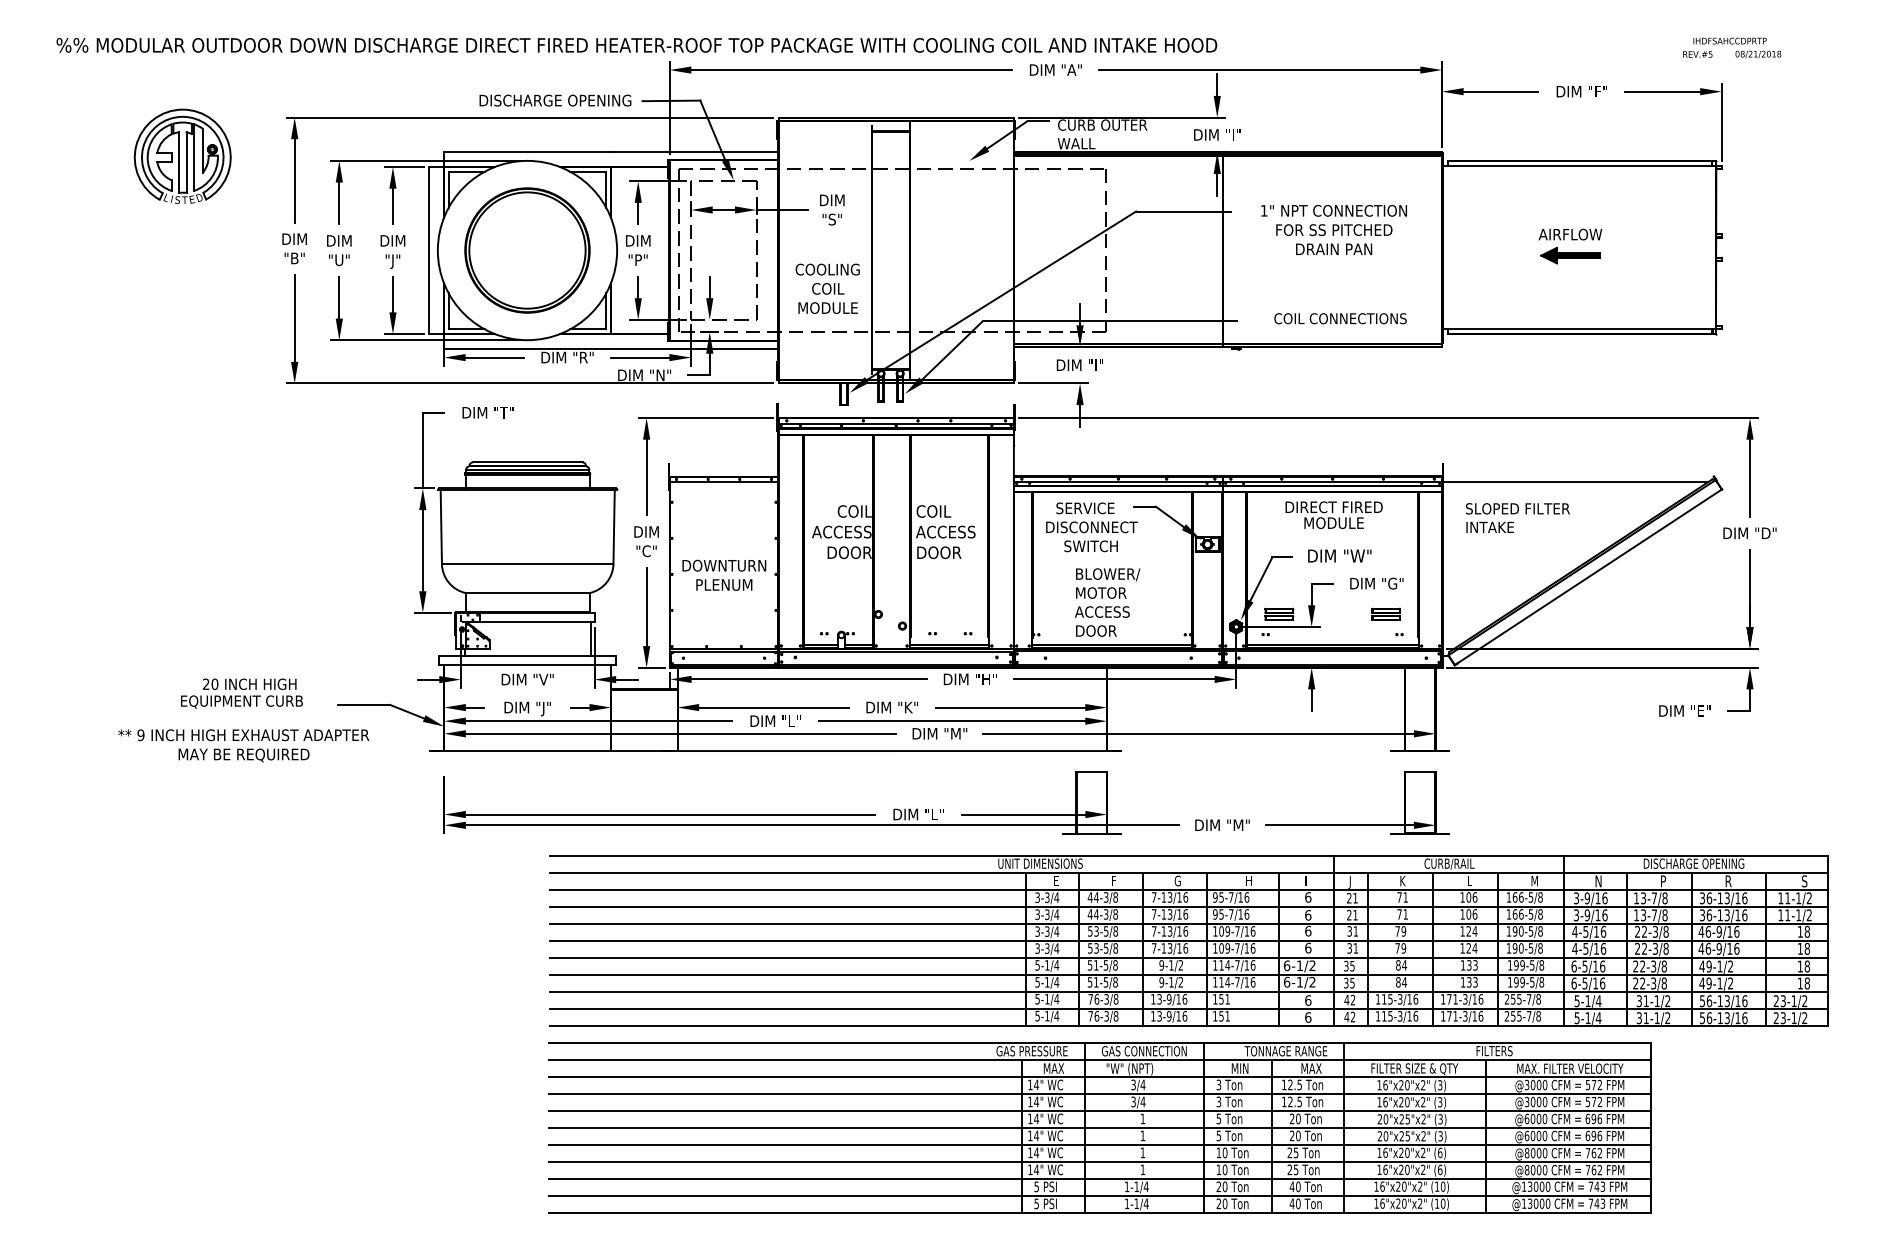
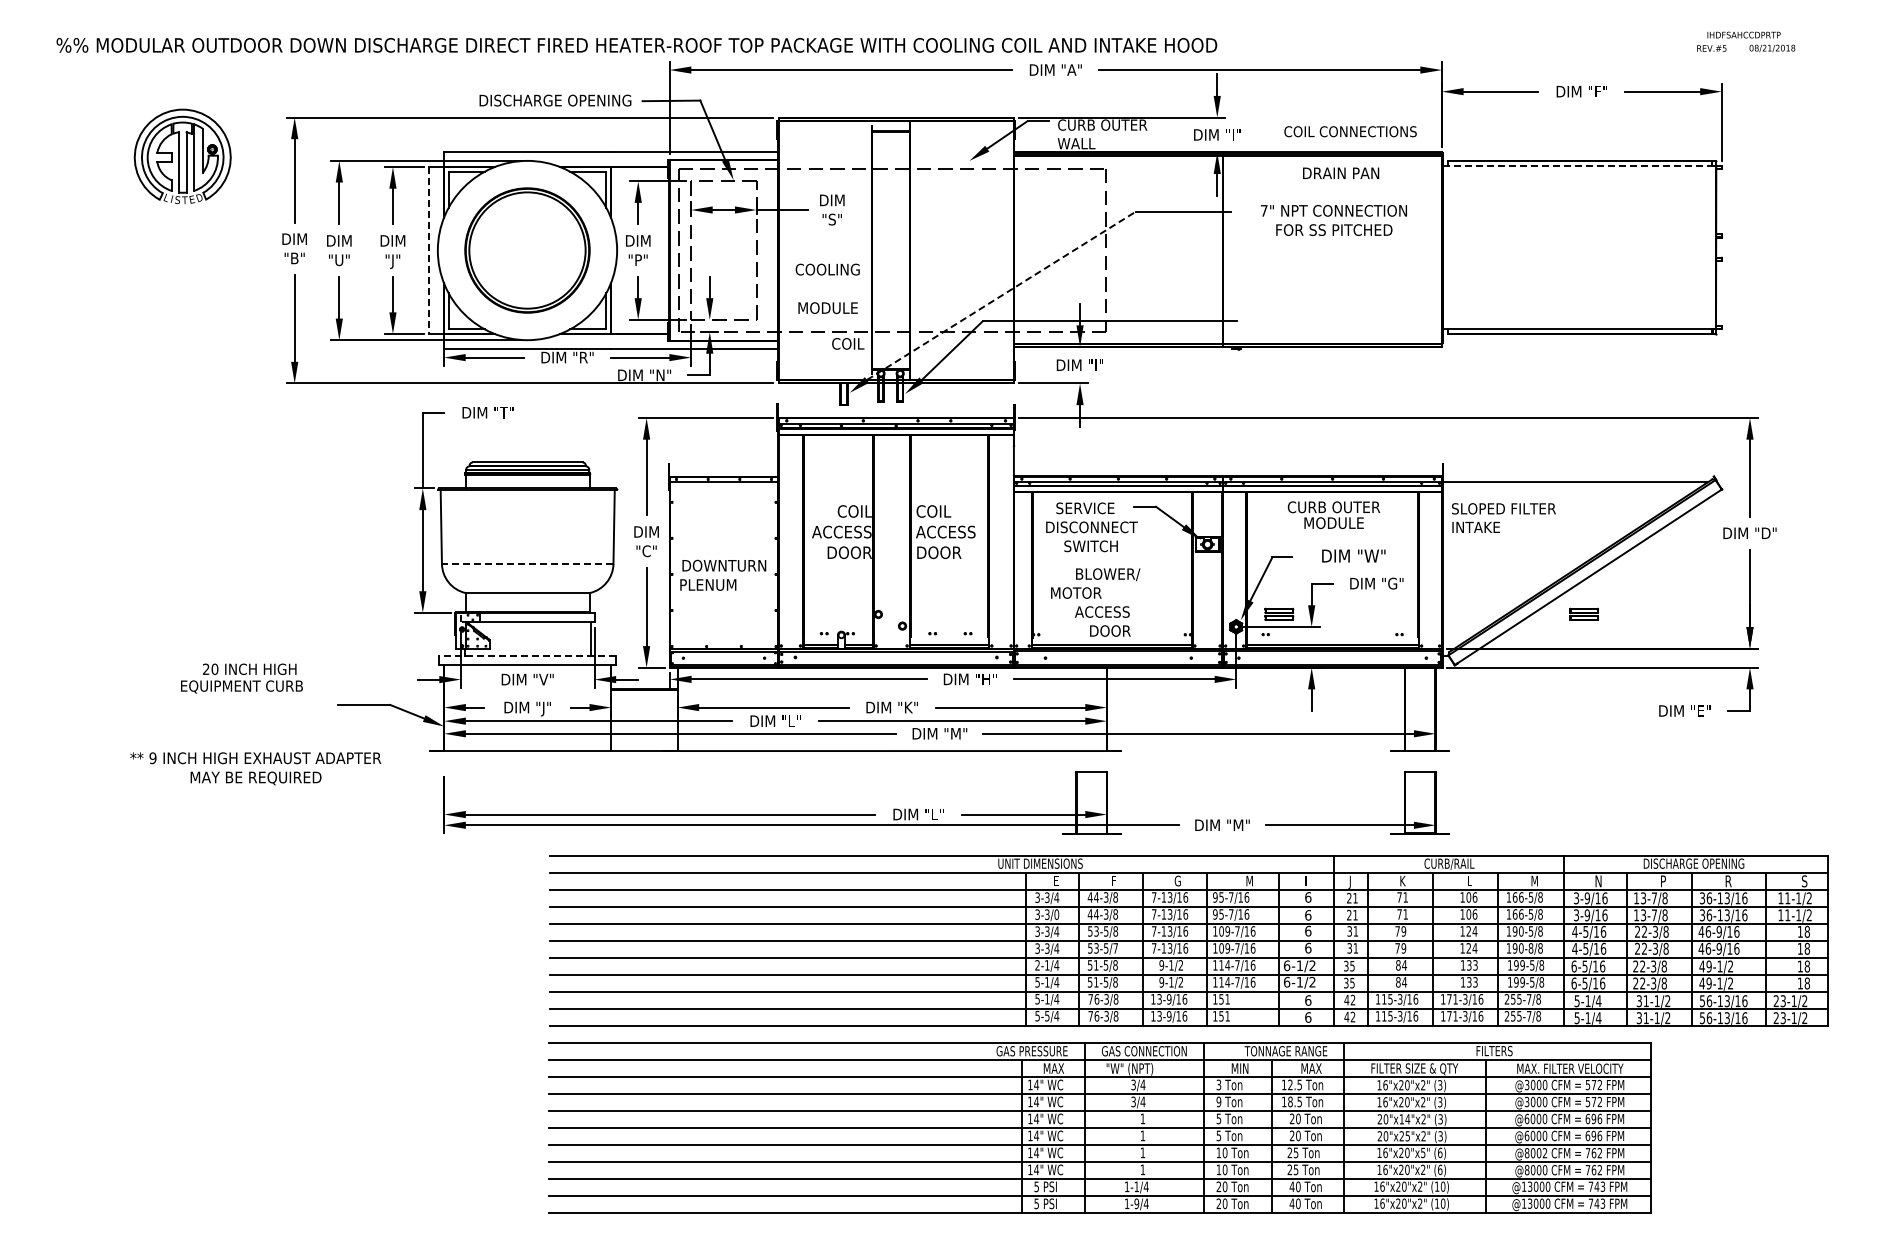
text at (1732, 47) position: (1732, 47) -> (1746, 41)
line at (1577, 166): solid -> dashed
text at (1264, 210): 1" -> 7"
part at (1570, 246): present -> none
text at (1334, 248) position: (1334, 248) -> (1341, 172)
line at (429, 251): solid -> dashed
text at (828, 288) position: (828, 288) -> (848, 343)
line at (1001, 295): solid -> dashed
text at (1340, 318) position: (1340, 318) -> (1350, 131)
text at (1333, 507): DIRECT FIRED -> CURB OUTER
text at (1517, 517) position: (1517, 517) -> (1503, 517)
text at (1339, 555) position: (1339, 555) -> (1353, 555)
line at (527, 563): solid -> dashed
text at (724, 584) position: (724, 584) -> (708, 584)
text at (1101, 592) position: (1101, 592) -> (1076, 592)
part at (1385, 613) position: (1385, 613) -> (1583, 613)
text at (1096, 630) position: (1096, 630) -> (1110, 630)
line at (527, 655): solid -> dashed
text at (241, 693) position: (241, 693) -> (241, 678)
text at (243, 745) position: (243, 745) -> (255, 768)
text at (1249, 880): H -> M
text at (1056, 914): 3-3/4 -> 3-3/0
text at (1115, 948): 53-5/8 -> 53-5/7
text at (1530, 948): 190-5/8 -> 190-8/8
text at (1037, 965): 5-1/4 -> 2-1/4
text at (1047, 1016): 5-1/4 -> 5-5/4
text at (1218, 1101): 3 -> 9
text at (1290, 1101): 12.5 -> 18.5
text at (1404, 1119): 20"x25"x2" -> 20"x14"x2"
text at (1423, 1152): 16"x20"x2" -> 16"x20"x5"
text at (1544, 1153): @8000 -> @8002
text at (1136, 1203): 1-1/4 -> 1-9/4
